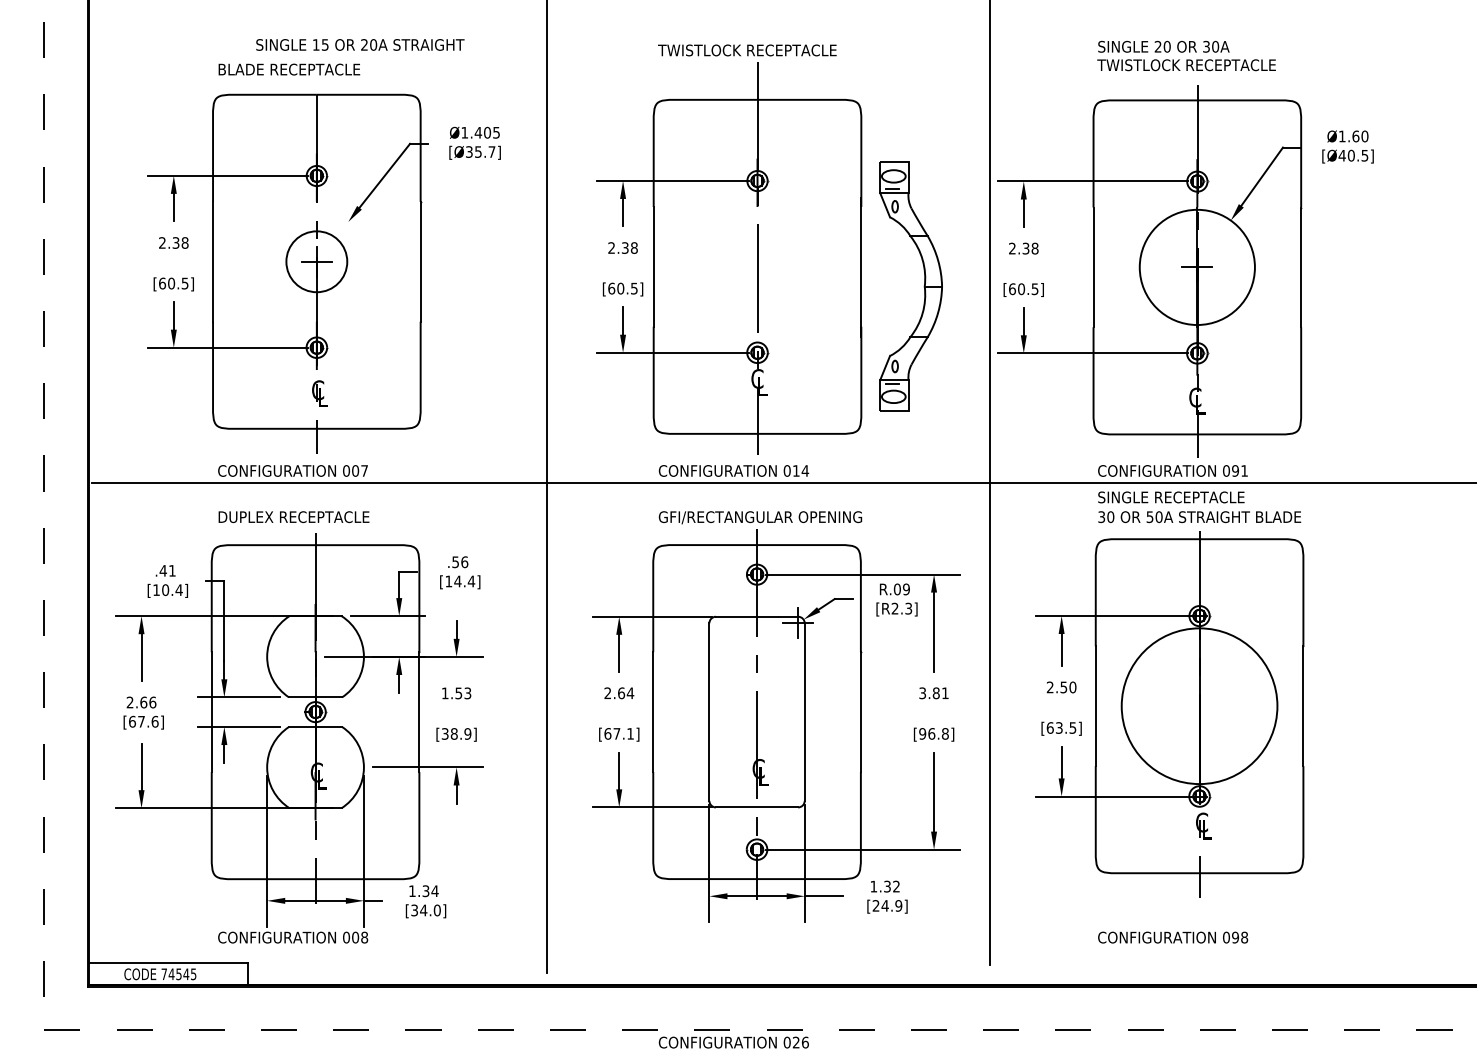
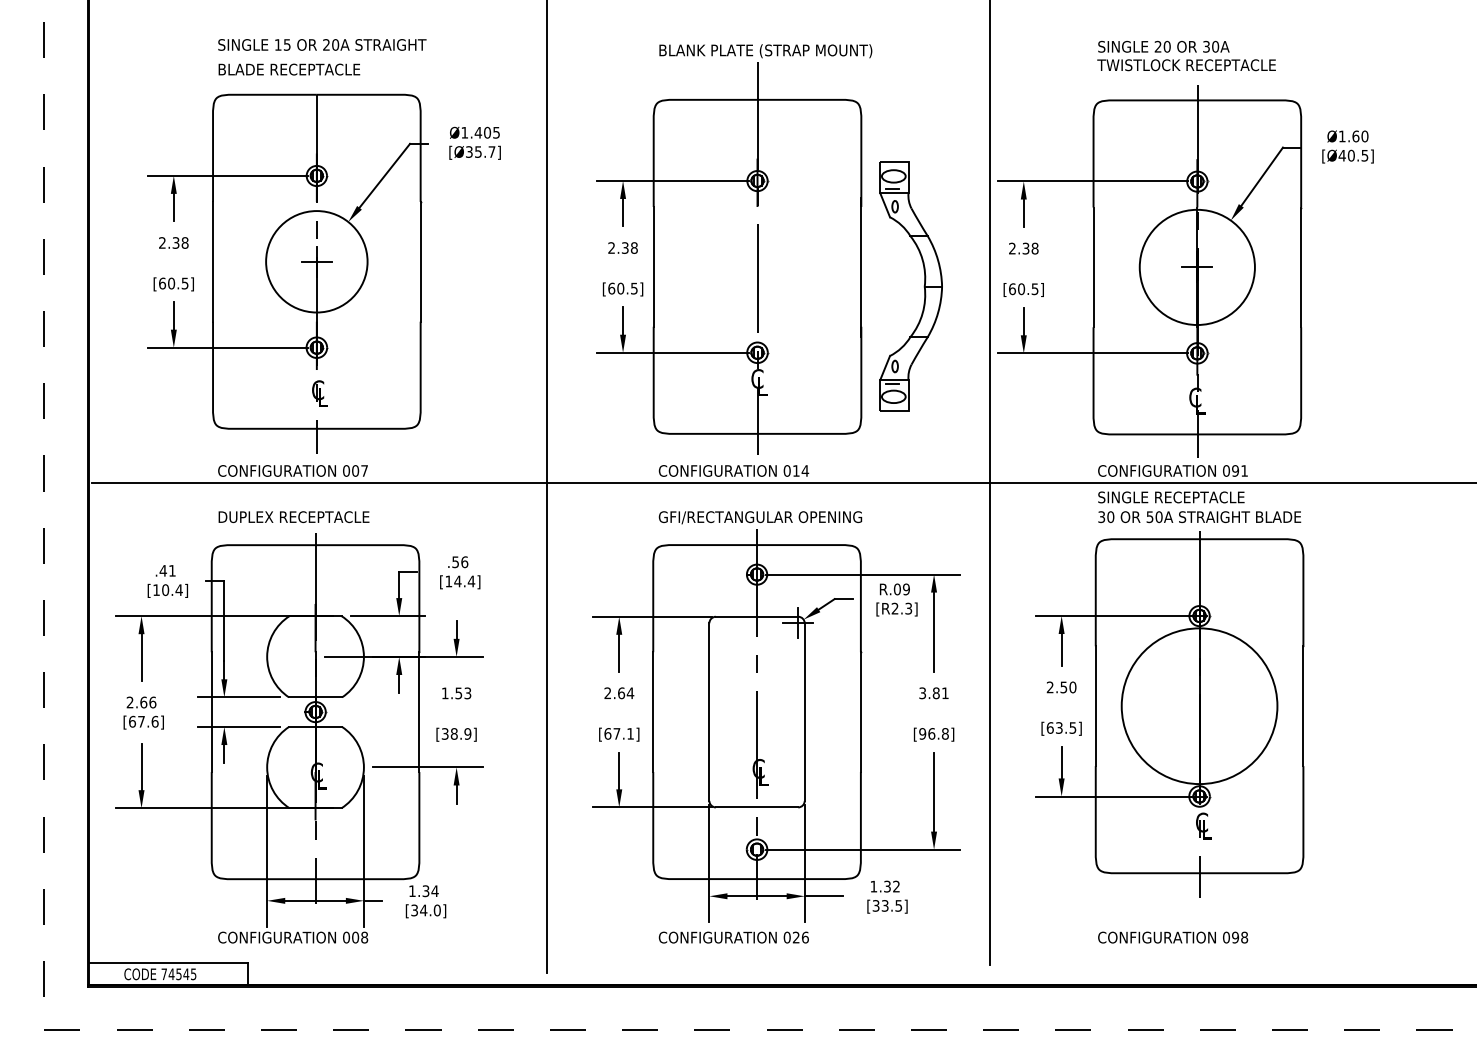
text at (360, 44) position: (360, 44) -> (322, 44)
text at (765, 51): TWISTLOCK RECEPTACLE -> BLANK PLATE (STRAP MOUNT)
circle at (316, 261) diameter: 61 px -> 101 px
text at (887, 905): [24.9] -> [33.5]
text at (733, 1042) position: (733, 1042) -> (733, 937)
